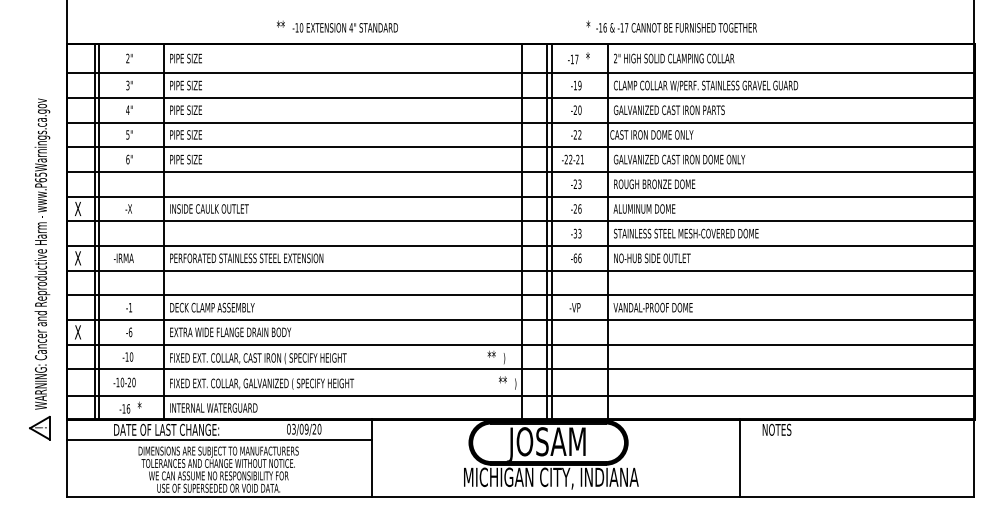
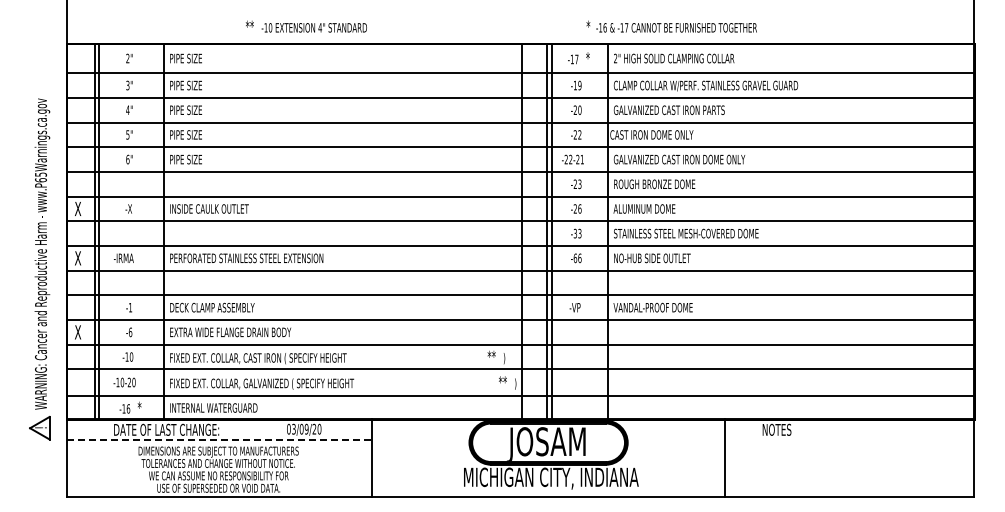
text at (336, 26) position: (336, 26) -> (305, 26)
line at (219, 440): solid -> dashed
line at (740, 457) position: (740, 457) -> (725, 457)
